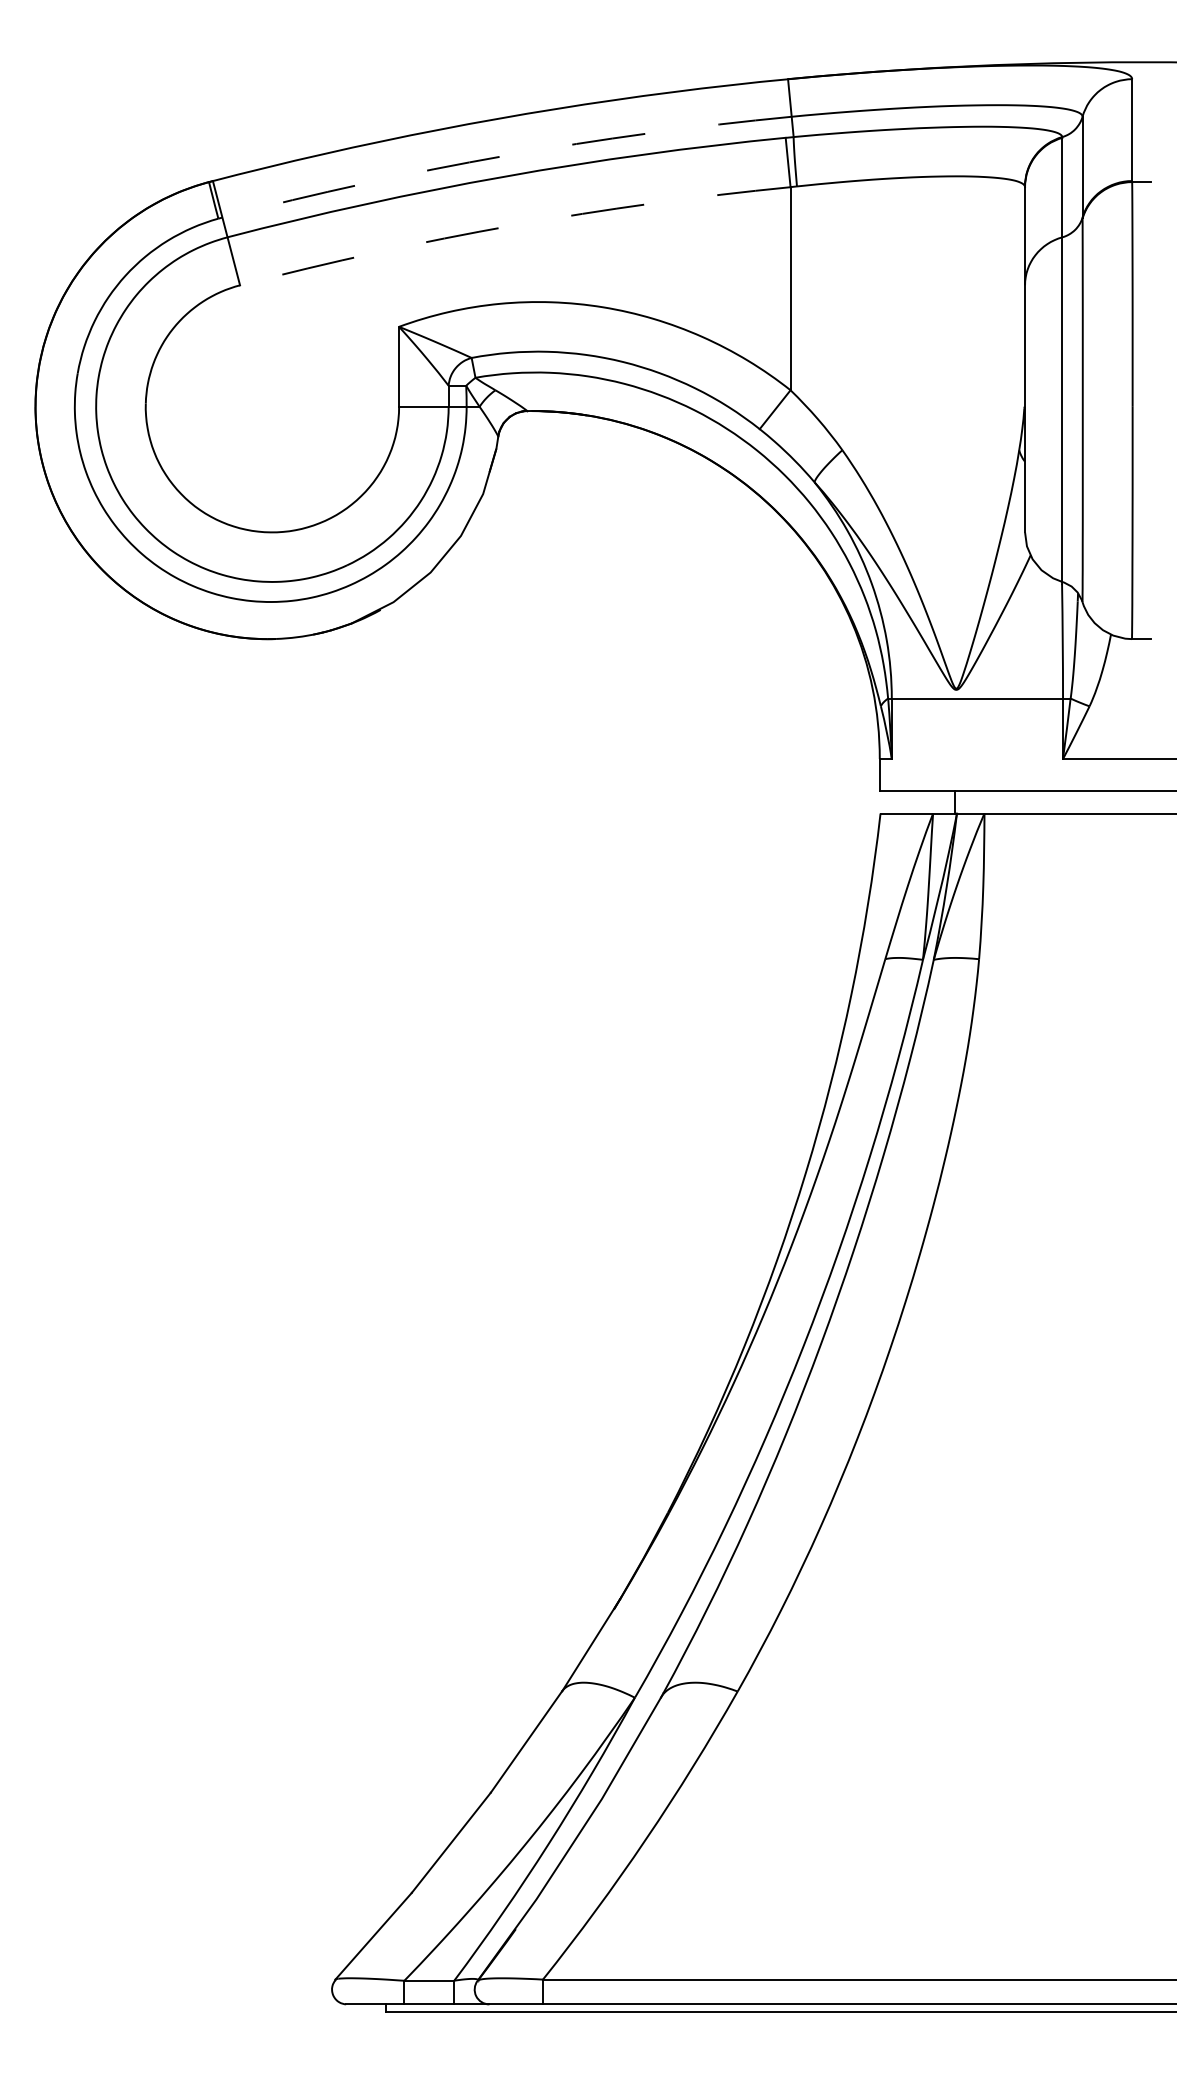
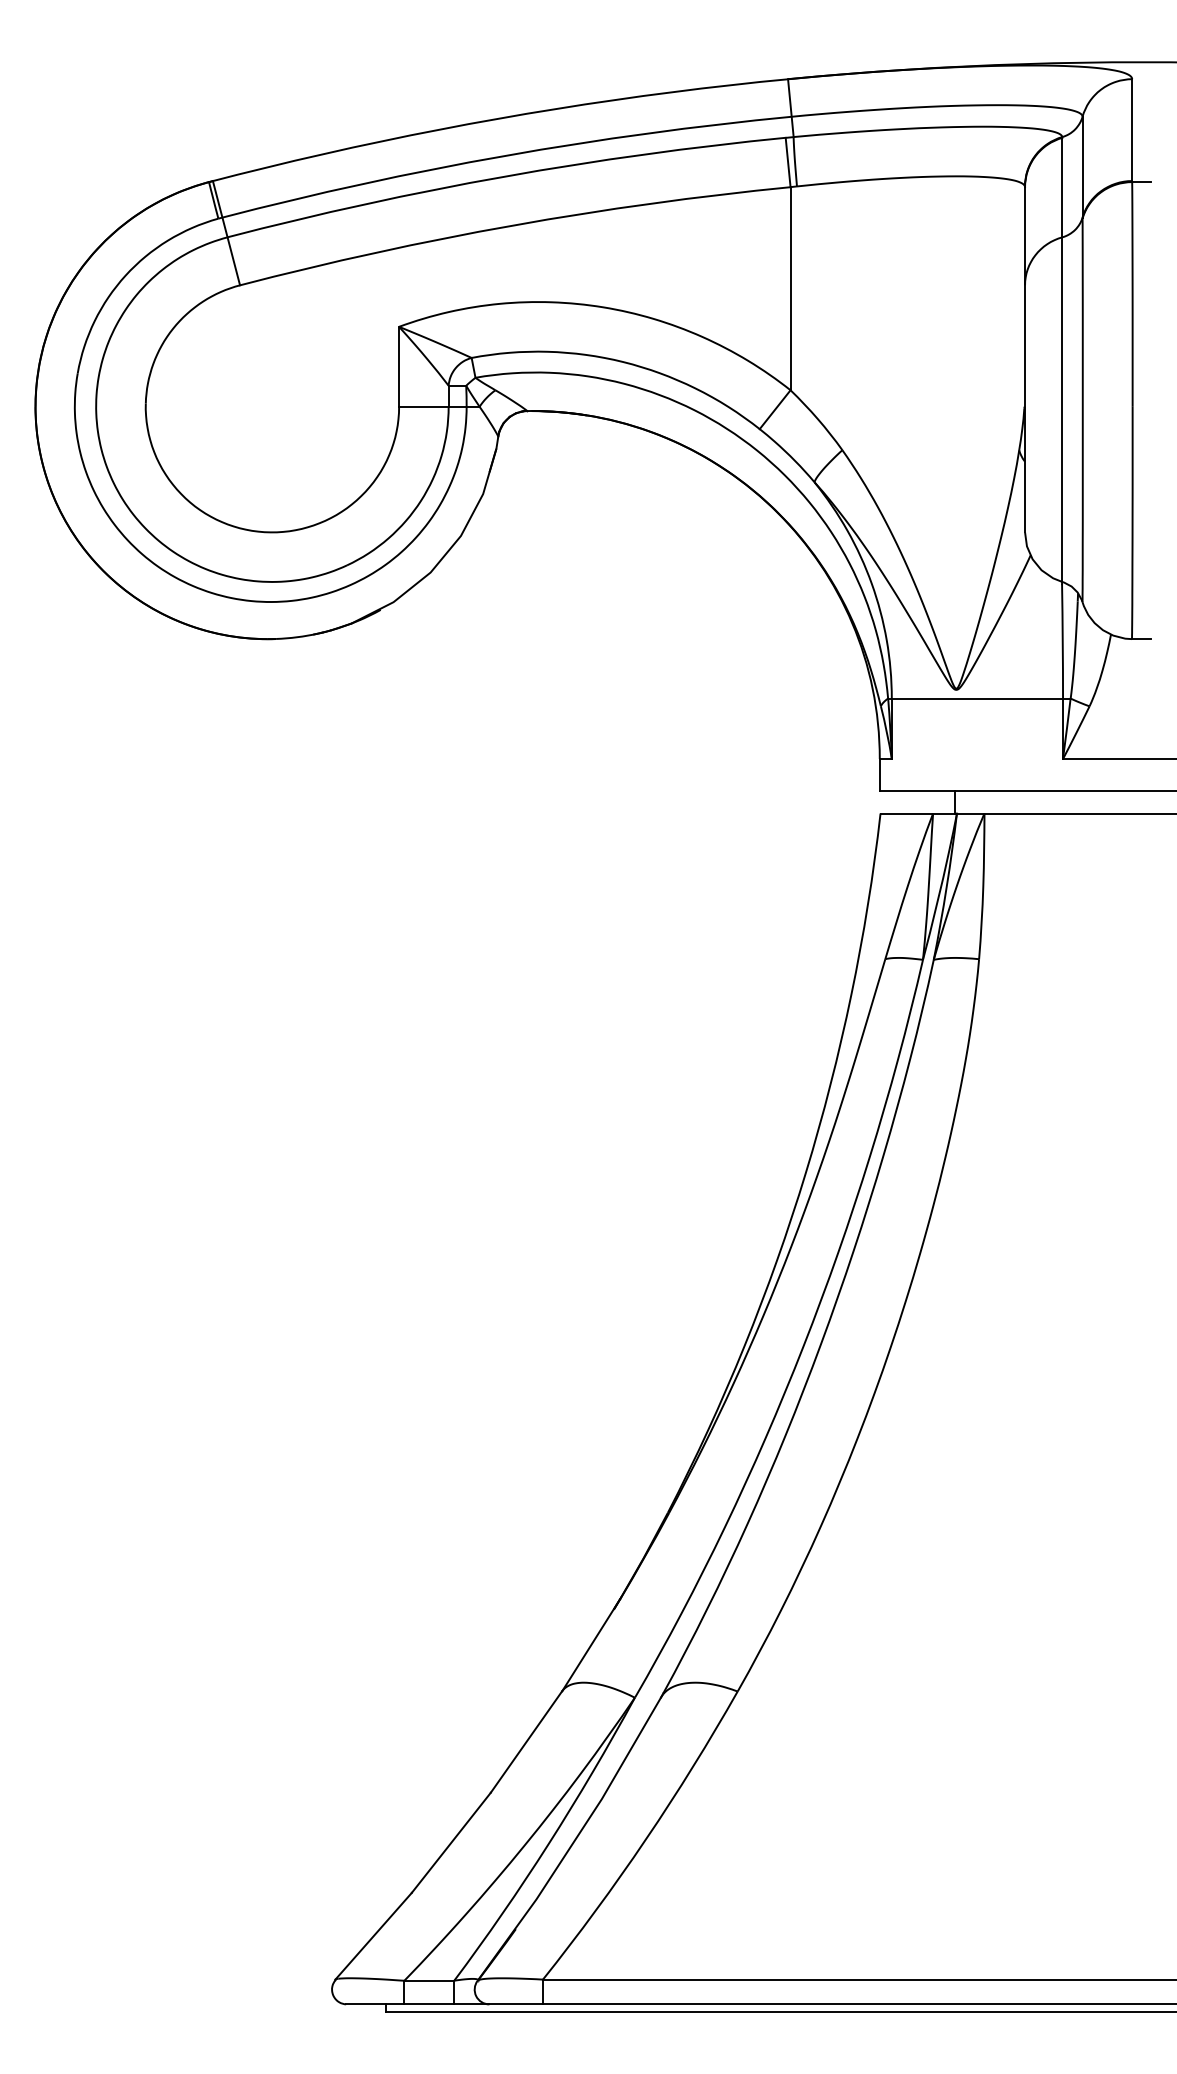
arc at (505, 155): dashed -> solid
arc at (513, 225): dashed -> solid
